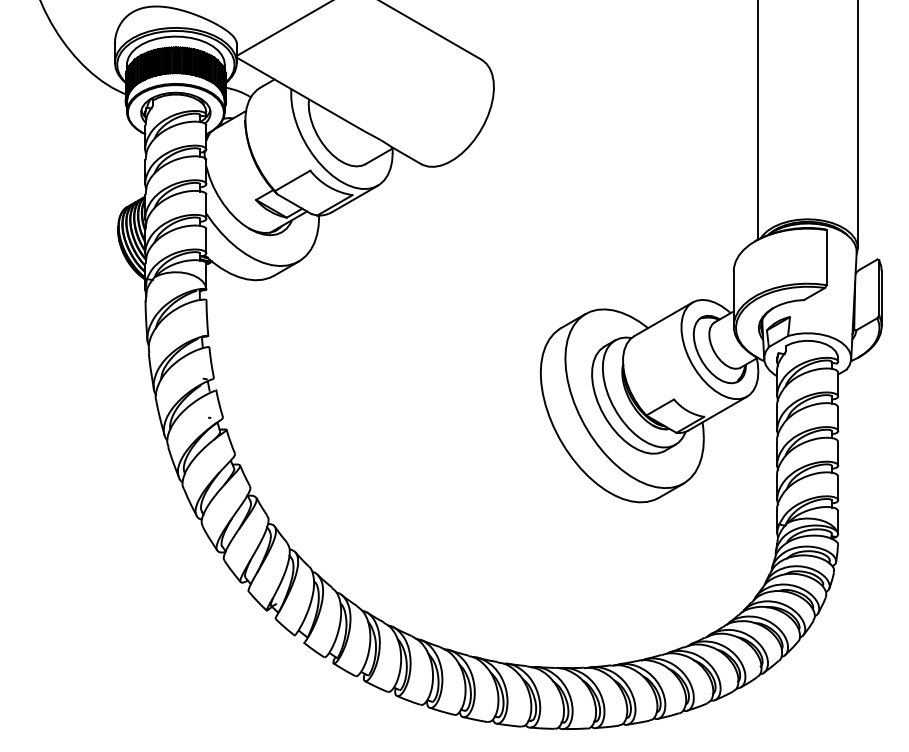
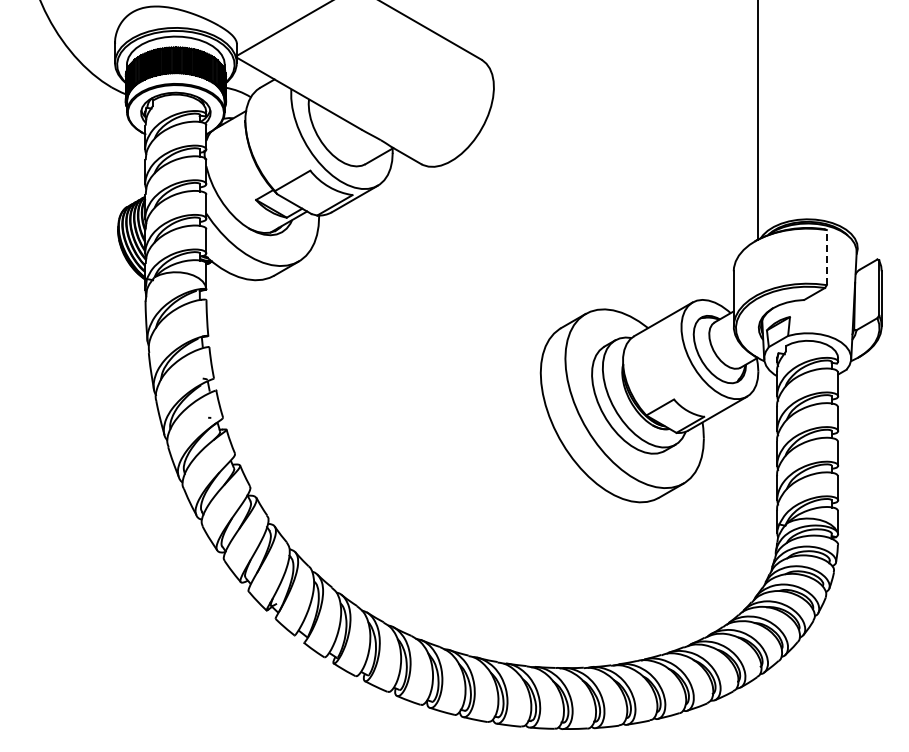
line at (857, 125): present -> none
line at (826, 257): solid -> dashed
